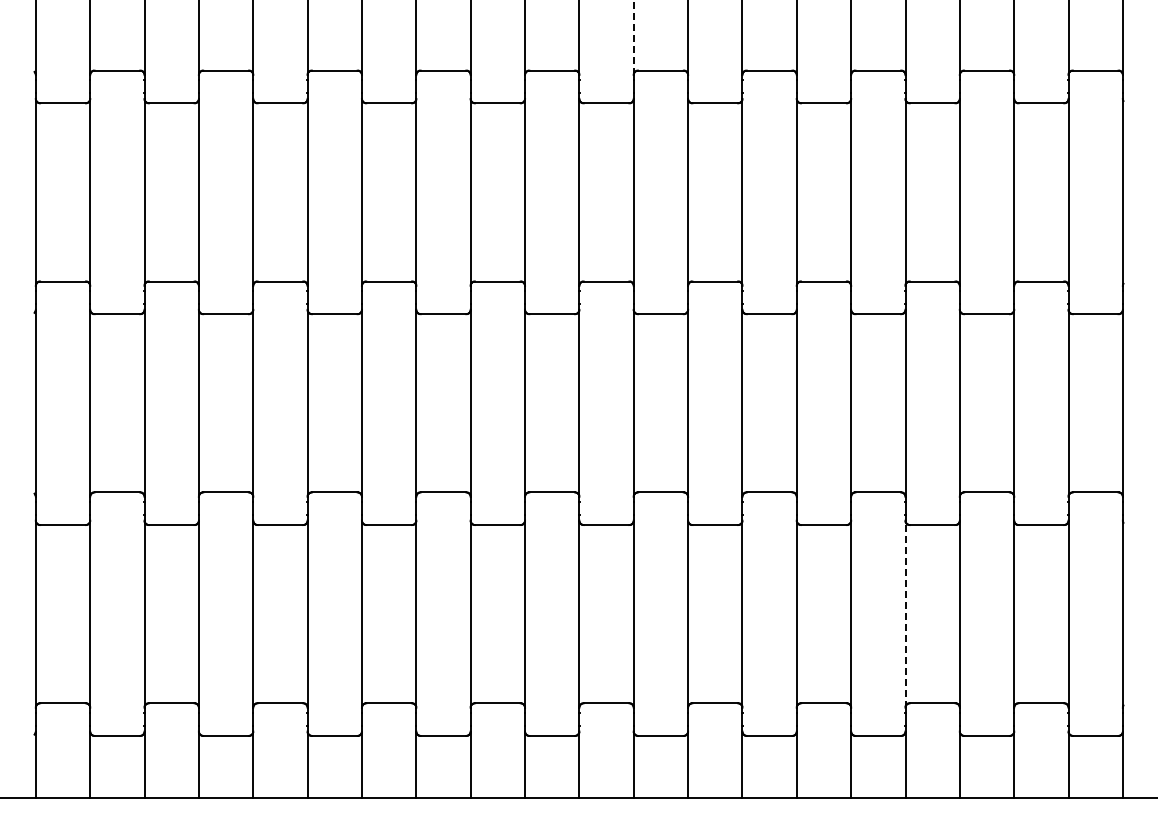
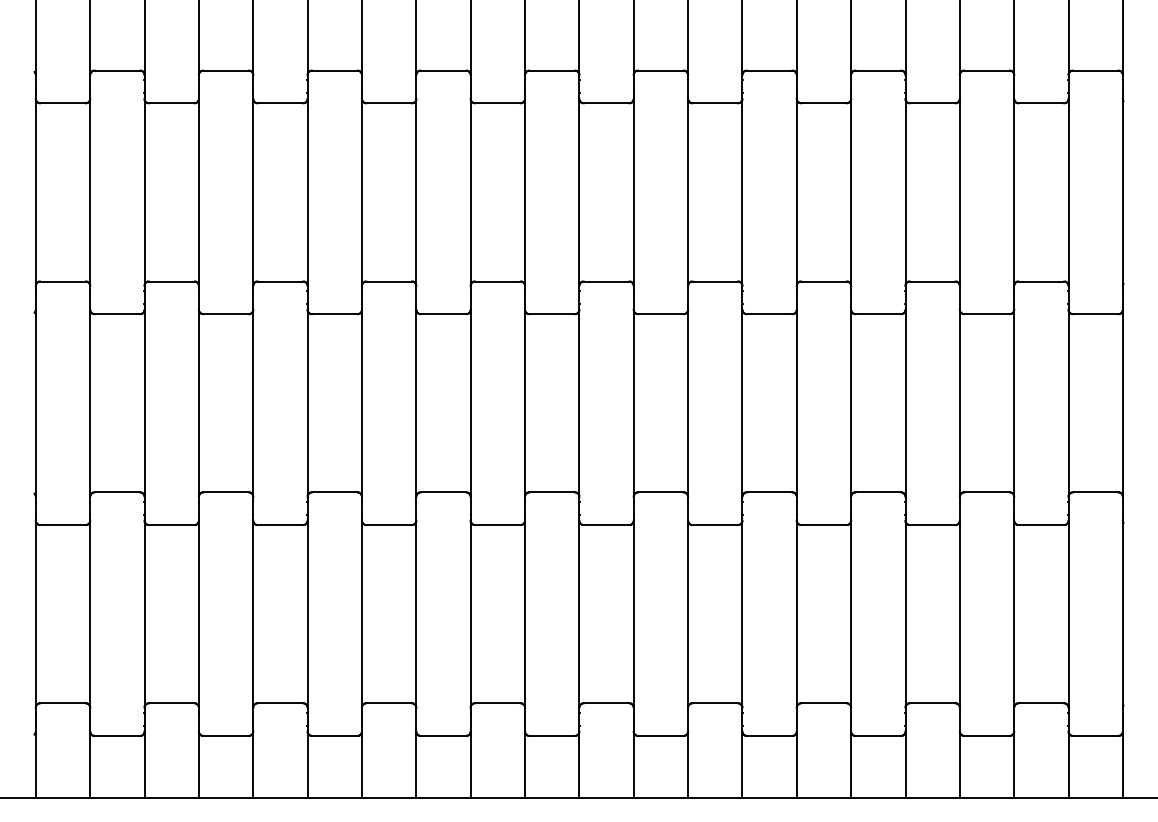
line at (633, 37): dashed -> solid
line at (905, 614): dashed -> solid
